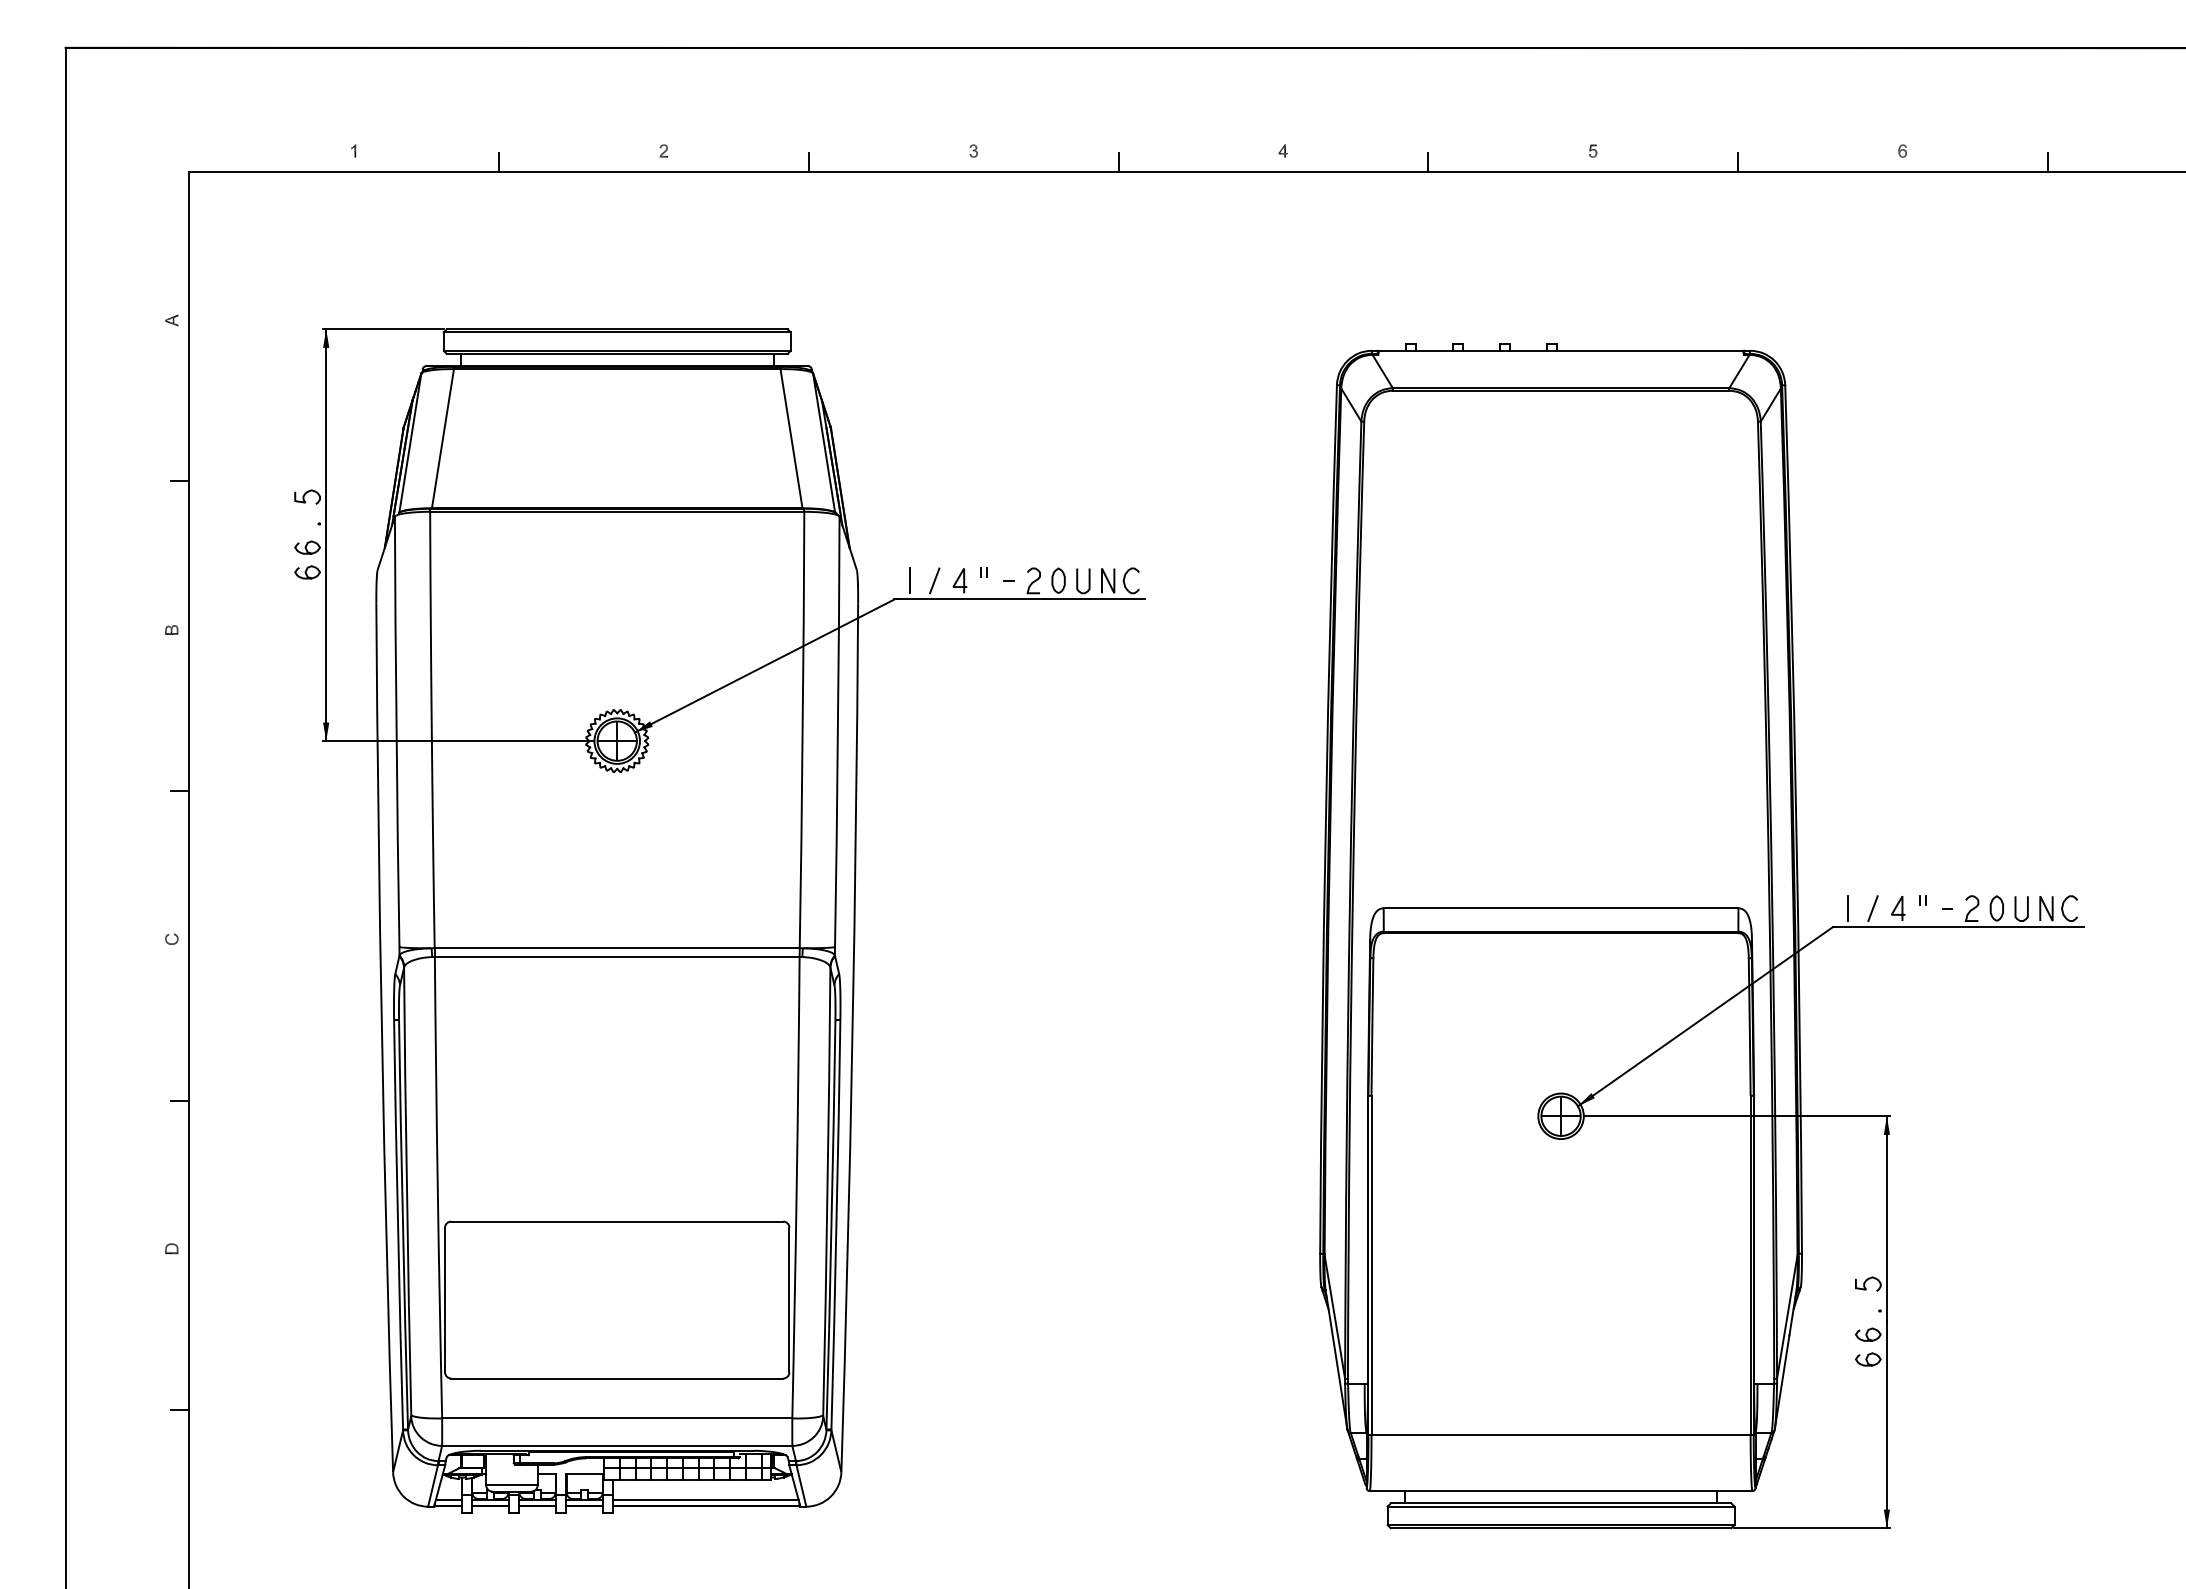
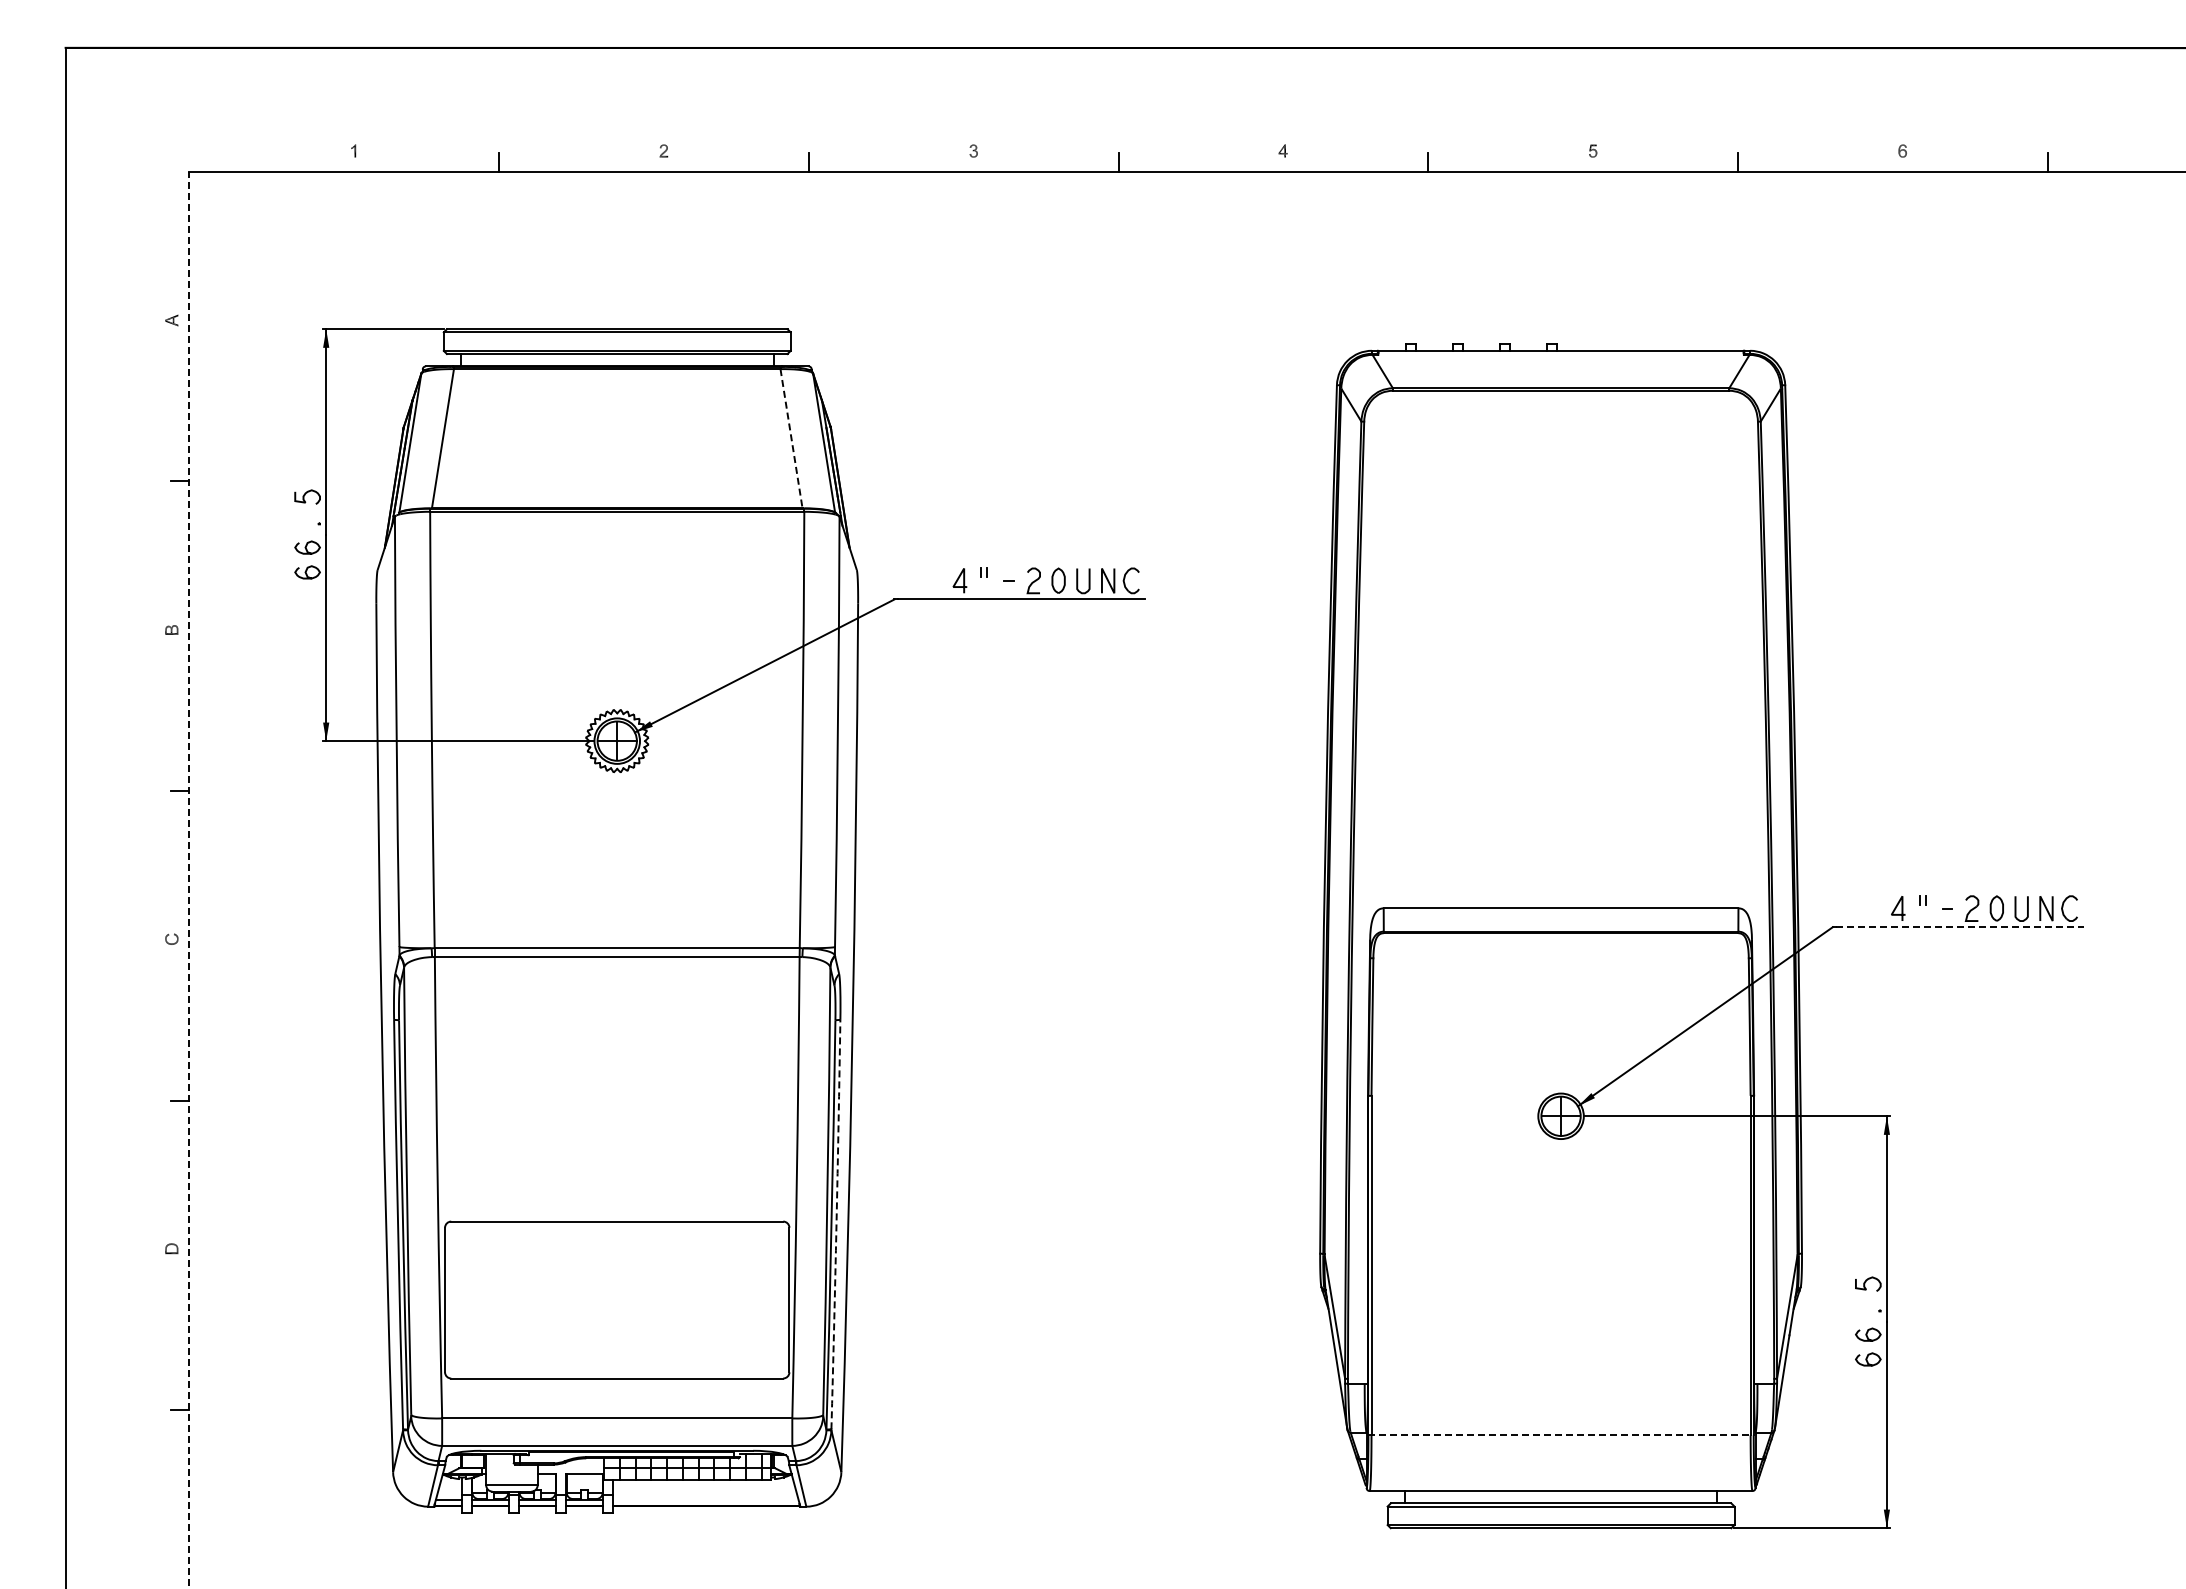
line at (791, 439): solid -> dashed
line at (909, 580): present -> none
line at (934, 580): present -> none
line at (189, 879): solid -> dashed
line at (1848, 908): present -> none
line at (1872, 908): present -> none
line at (1959, 927): solid -> dashed
arc at (836, 1224): solid -> dashed
line at (1561, 1435): solid -> dashed
line at (705, 1500): present -> none
